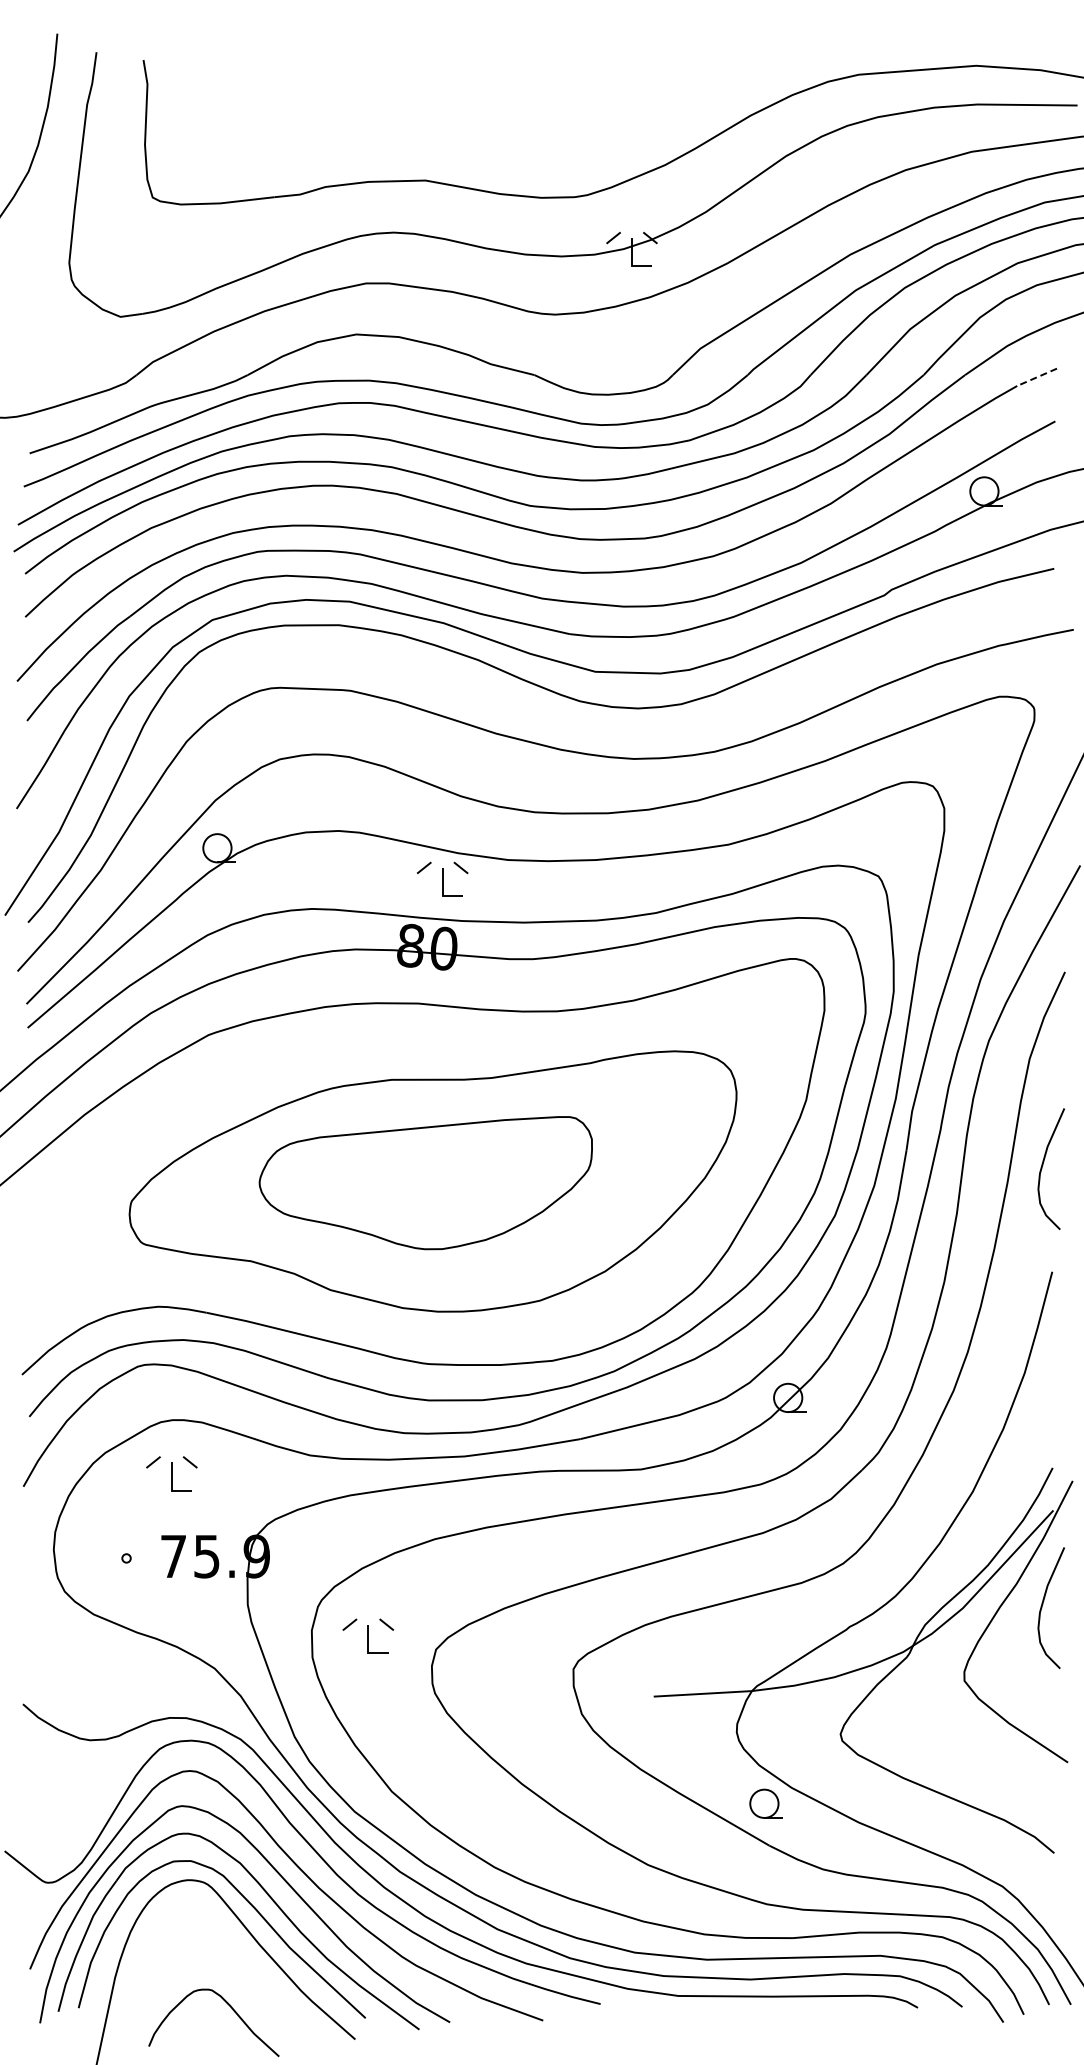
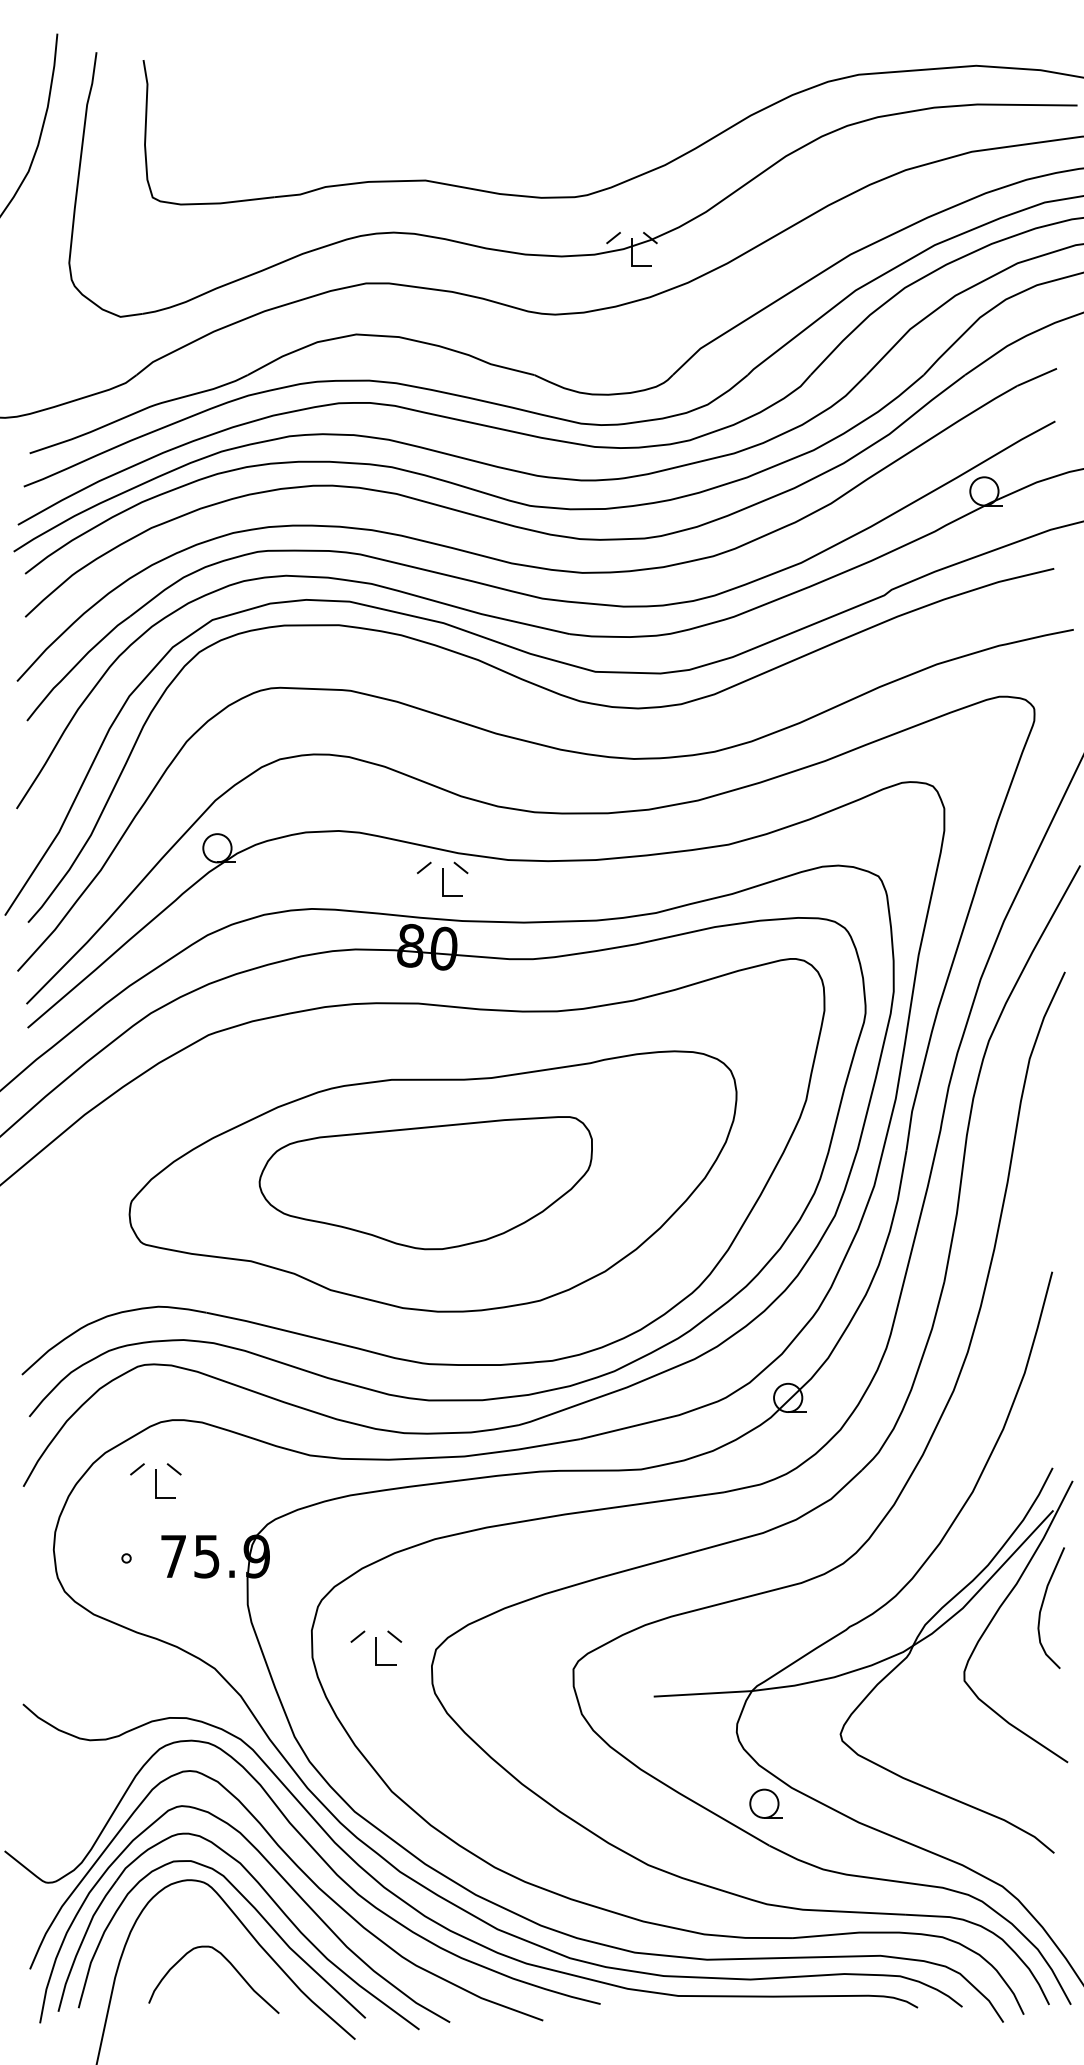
line at (1037, 377): dashed -> solid
curve at (1042, 1169): present -> none
part at (171, 1473) position: (171, 1473) -> (155, 1480)
part at (368, 1635) position: (368, 1635) -> (376, 1647)
curve at (232, 2010) position: (232, 2010) -> (232, 1967)
